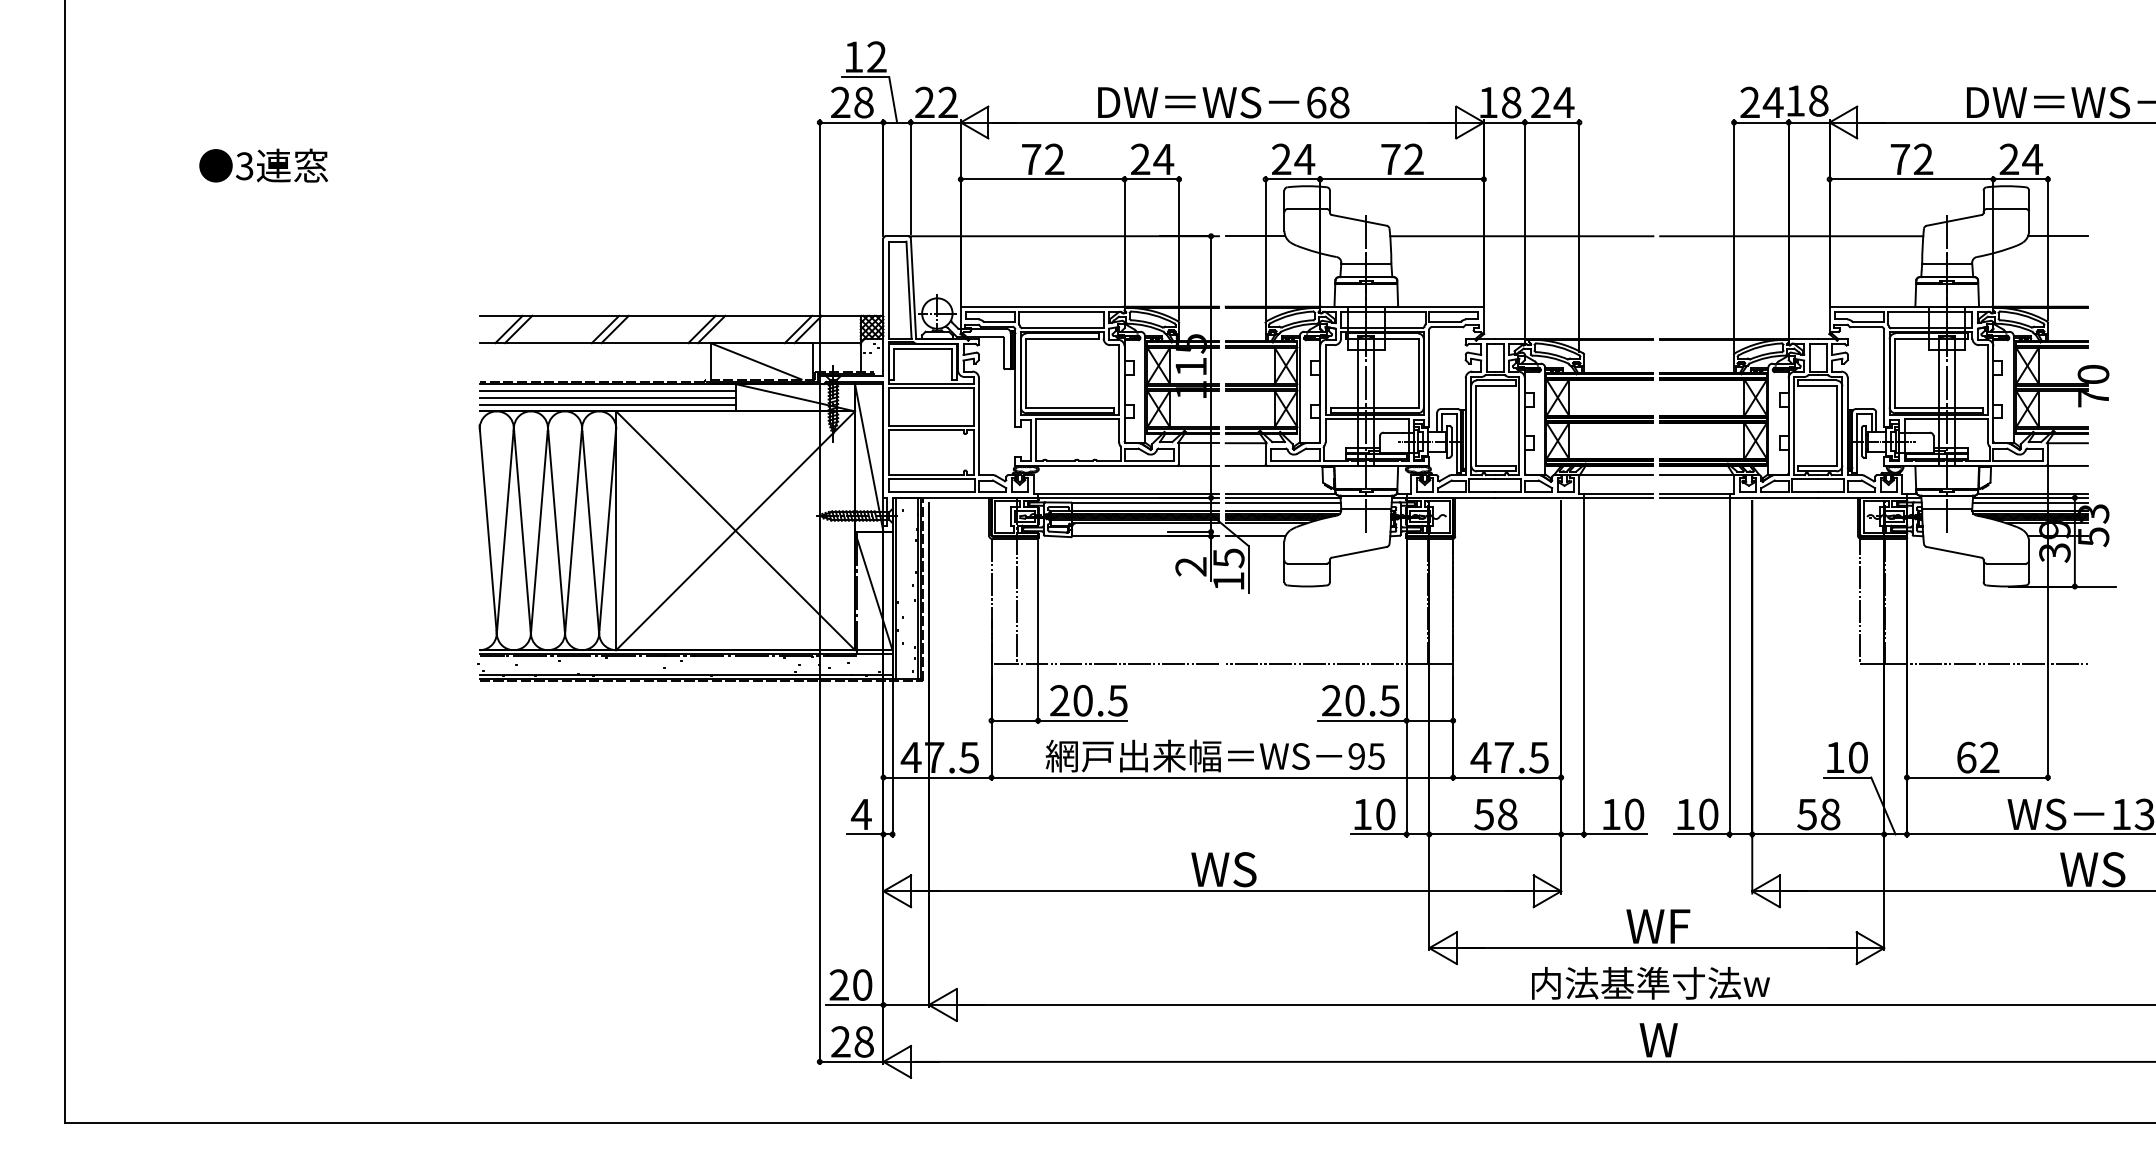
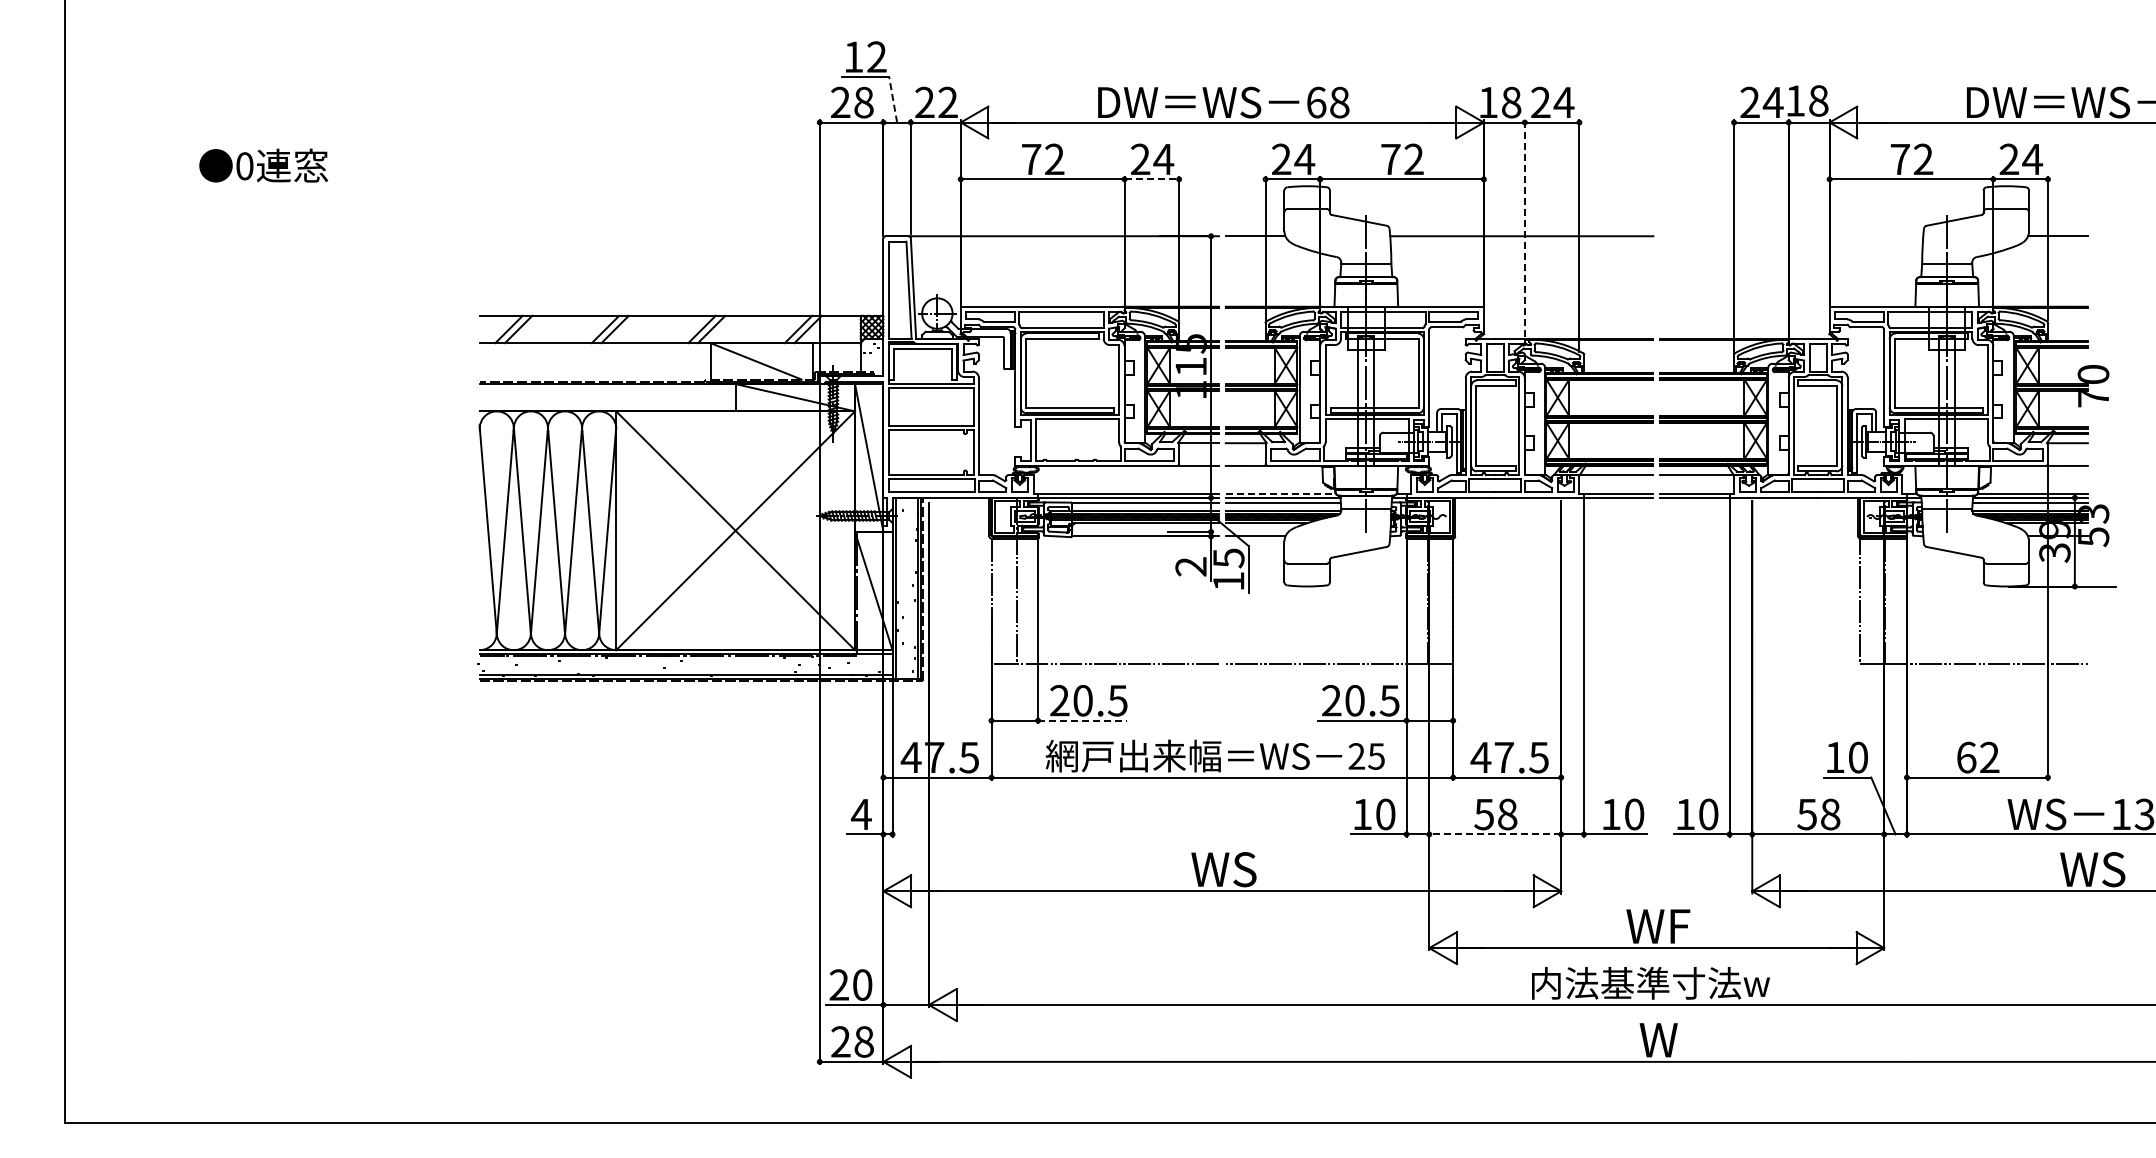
line at (893, 99): solid -> dashed
text at (244, 166): 3 -> 0
line at (1152, 179): solid -> dashed
line at (1524, 228): solid -> dashed
line at (1791, 236): present -> none
line at (607, 390): present -> none
line at (607, 397): present -> none
line at (607, 404): present -> none
line at (1281, 493): solid -> dashed
line at (1082, 720): solid -> dashed
text at (1356, 756): 95 -> 25
line at (1495, 834): solid -> dashed
